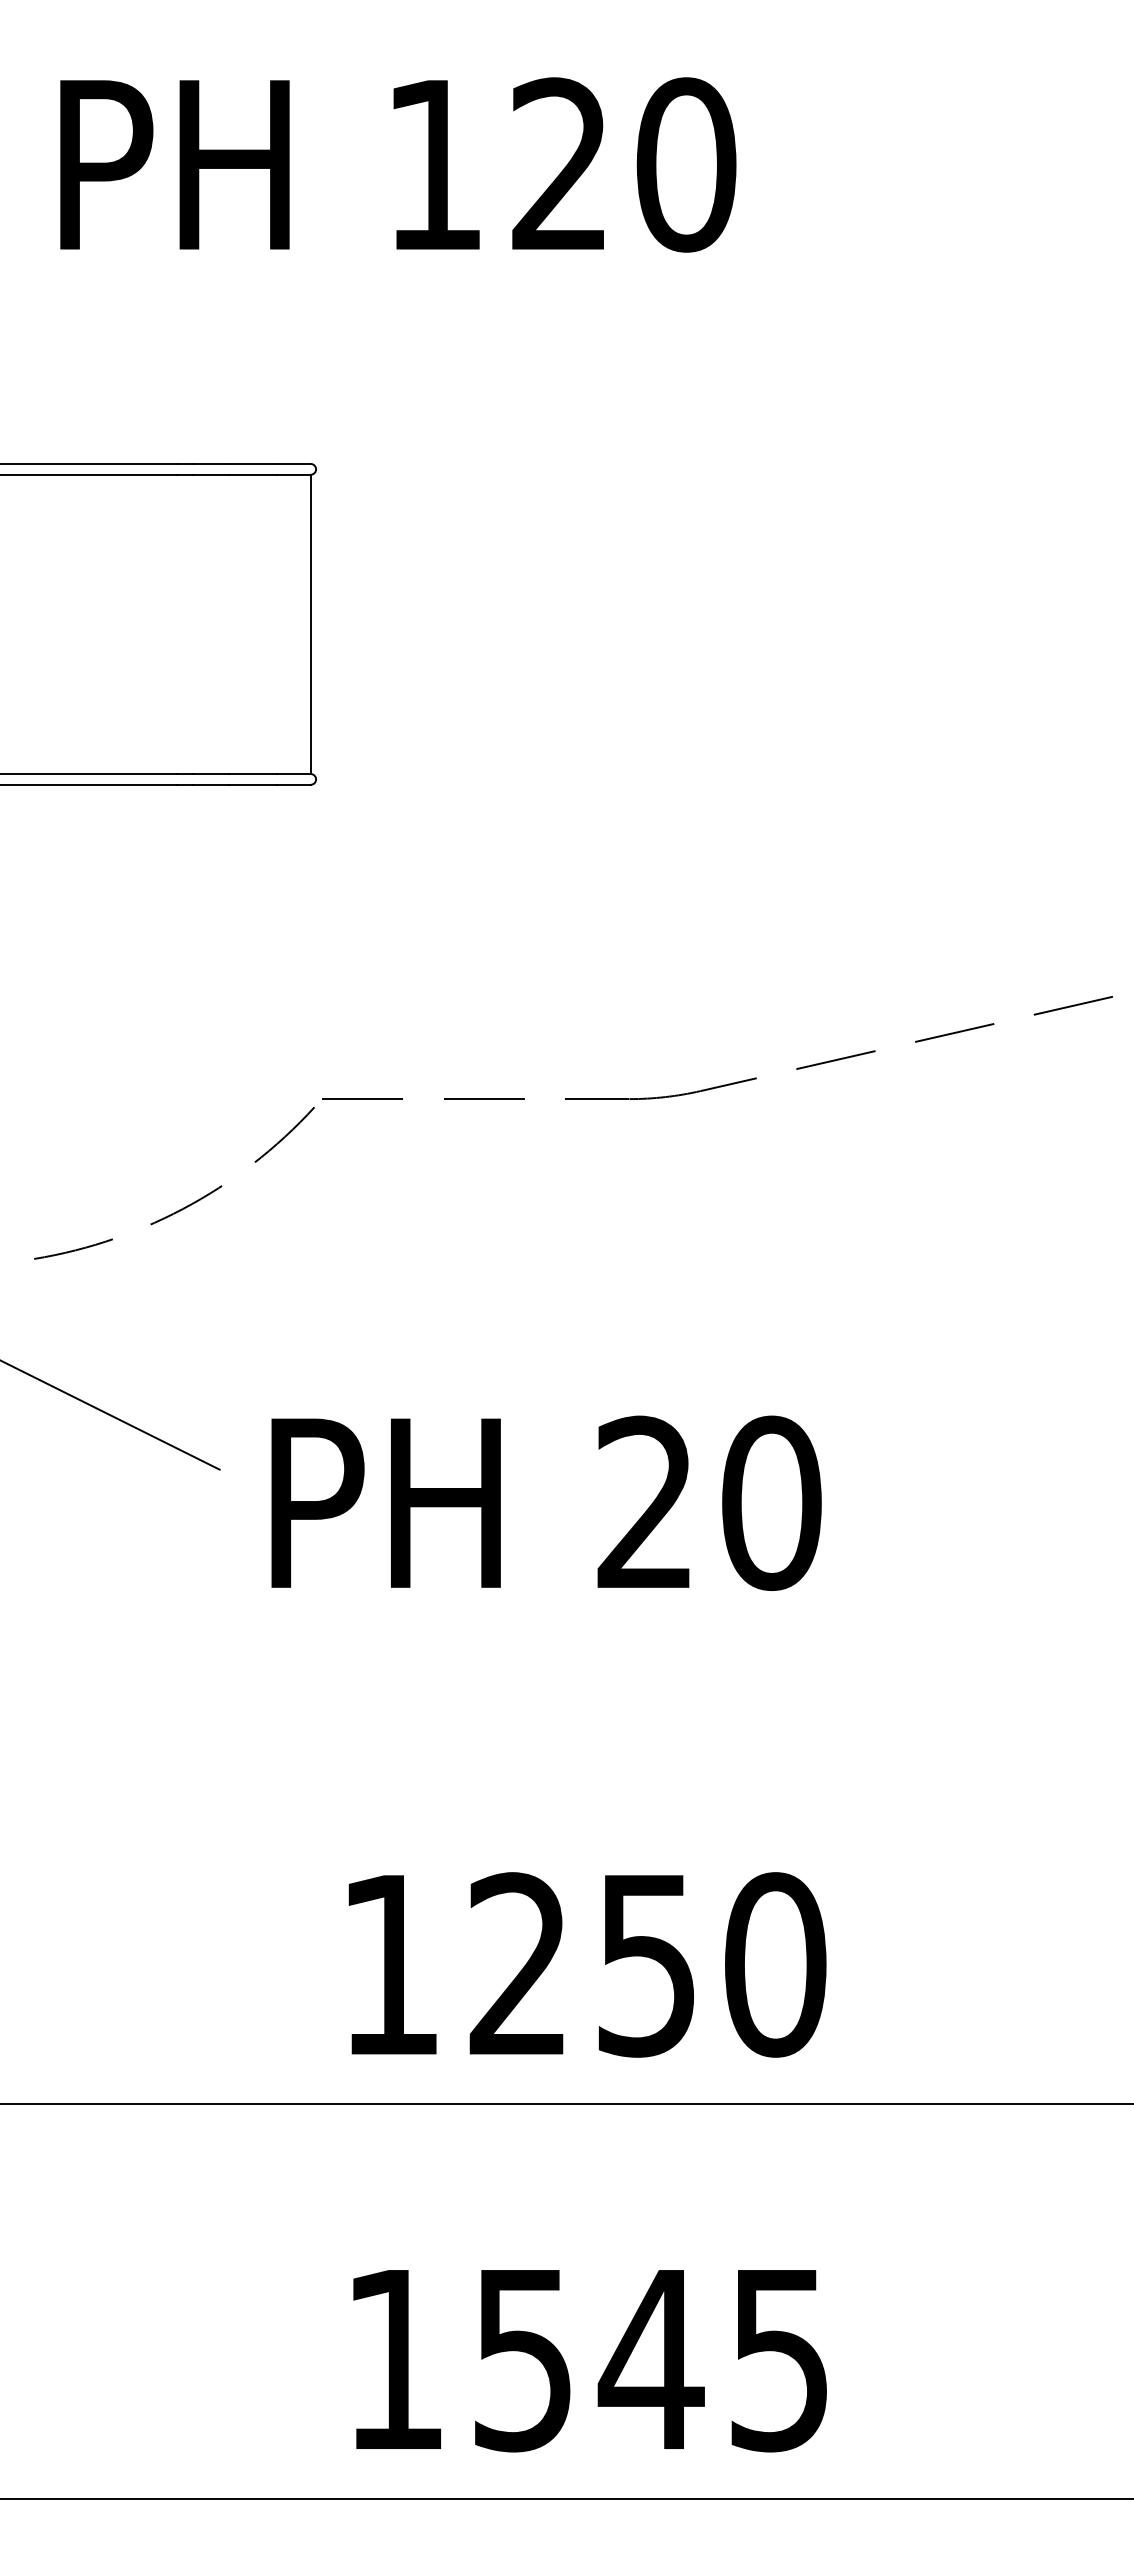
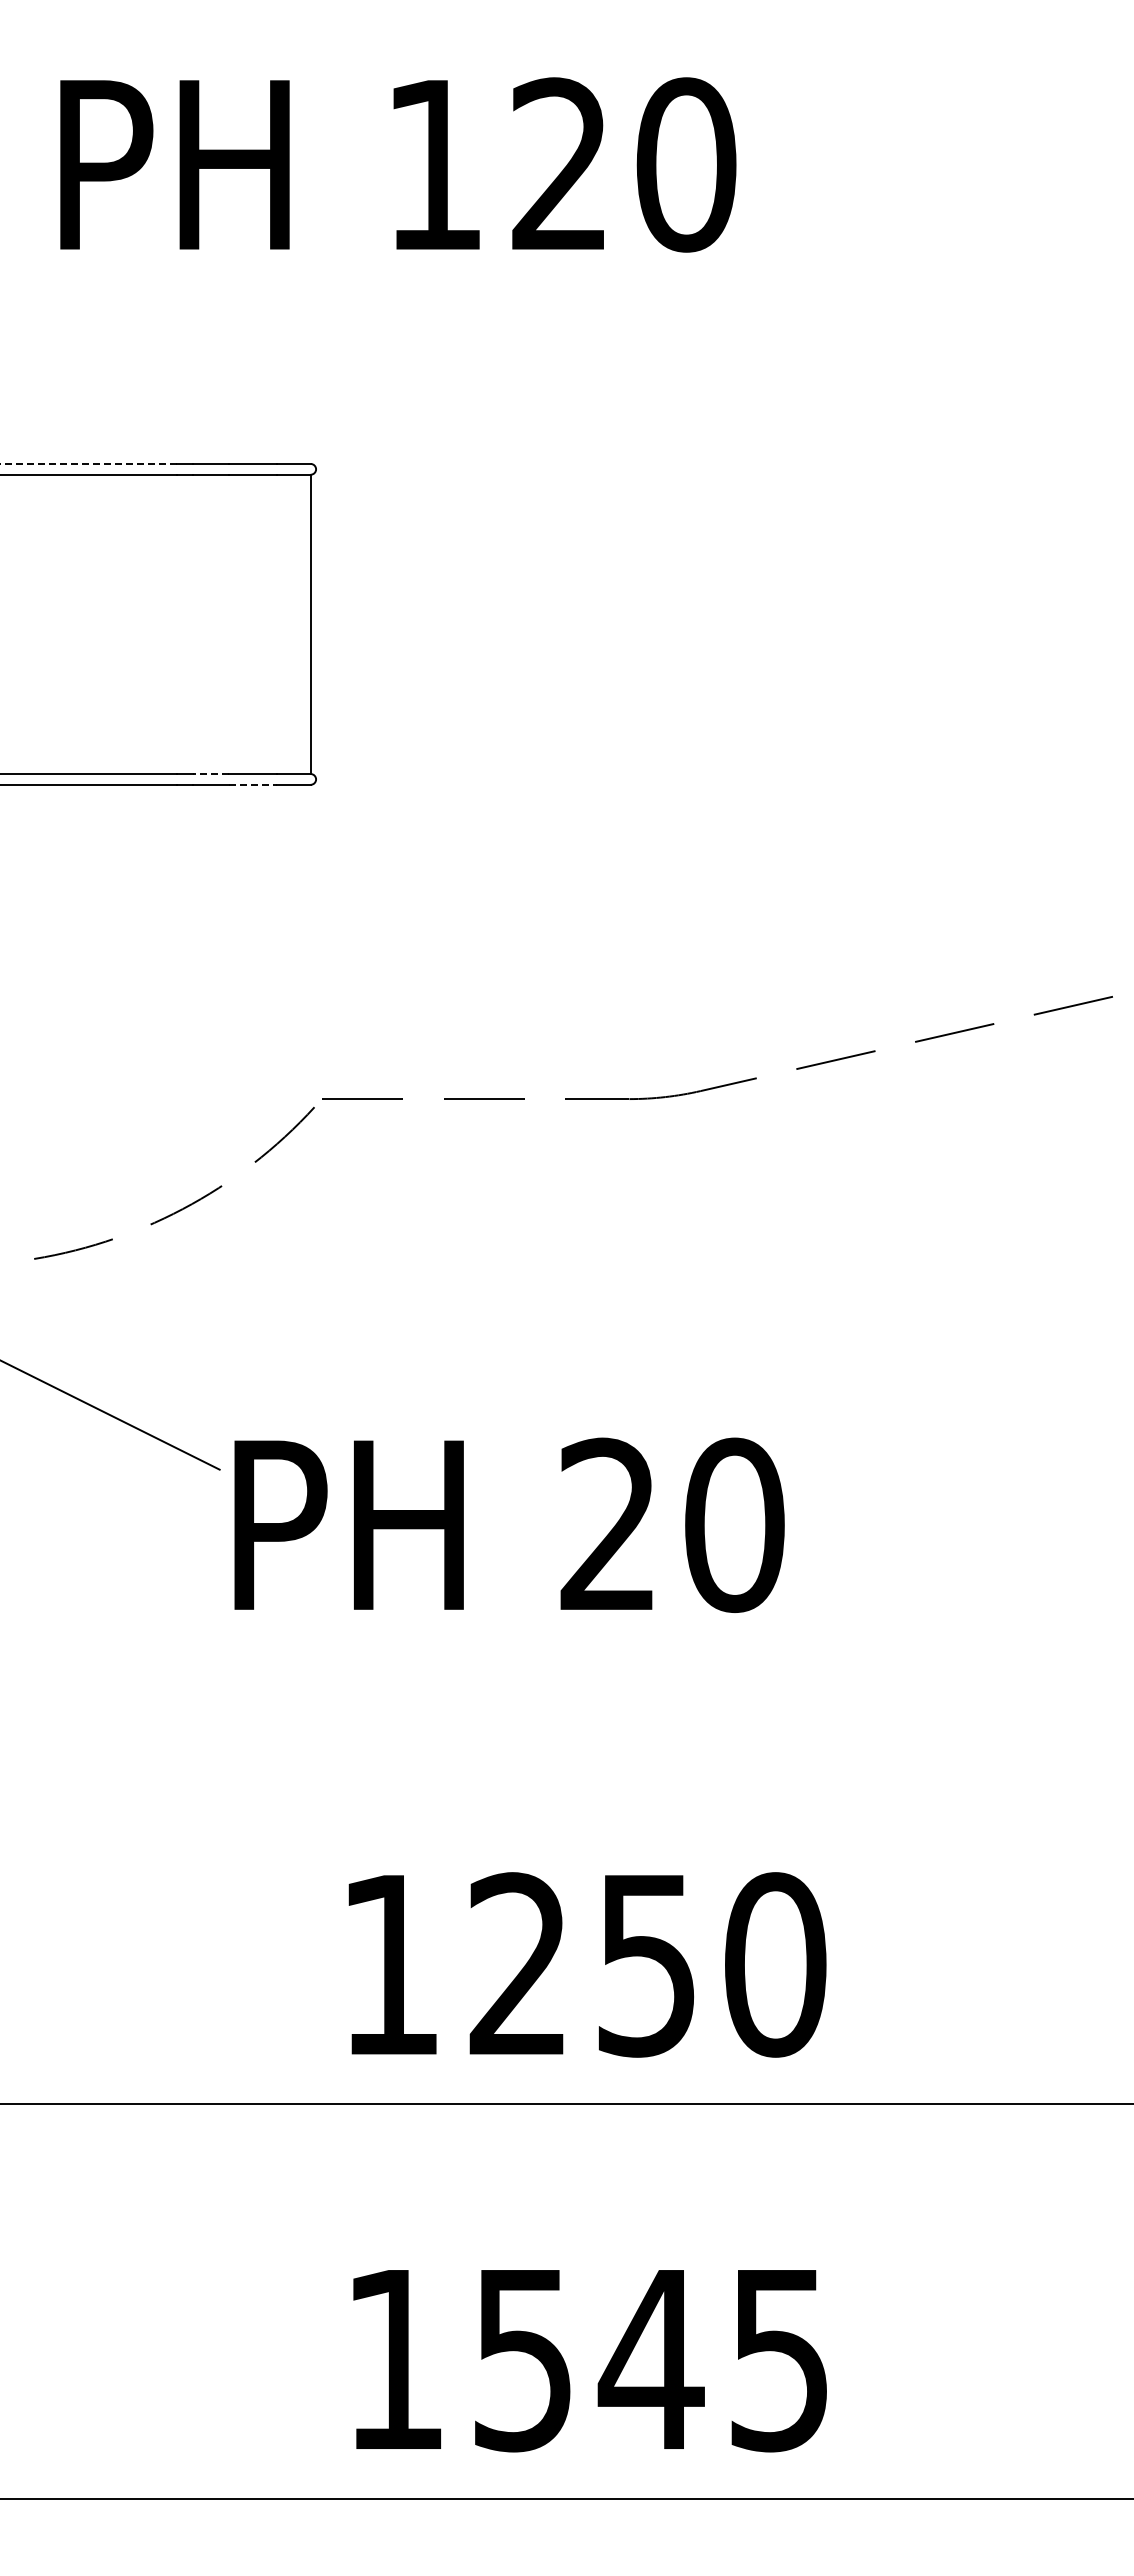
line at (88, 463): solid -> dashed
line at (211, 774): solid -> dashed
line at (253, 784): solid -> dashed
text at (546, 1502) position: (546, 1502) -> (509, 1524)
